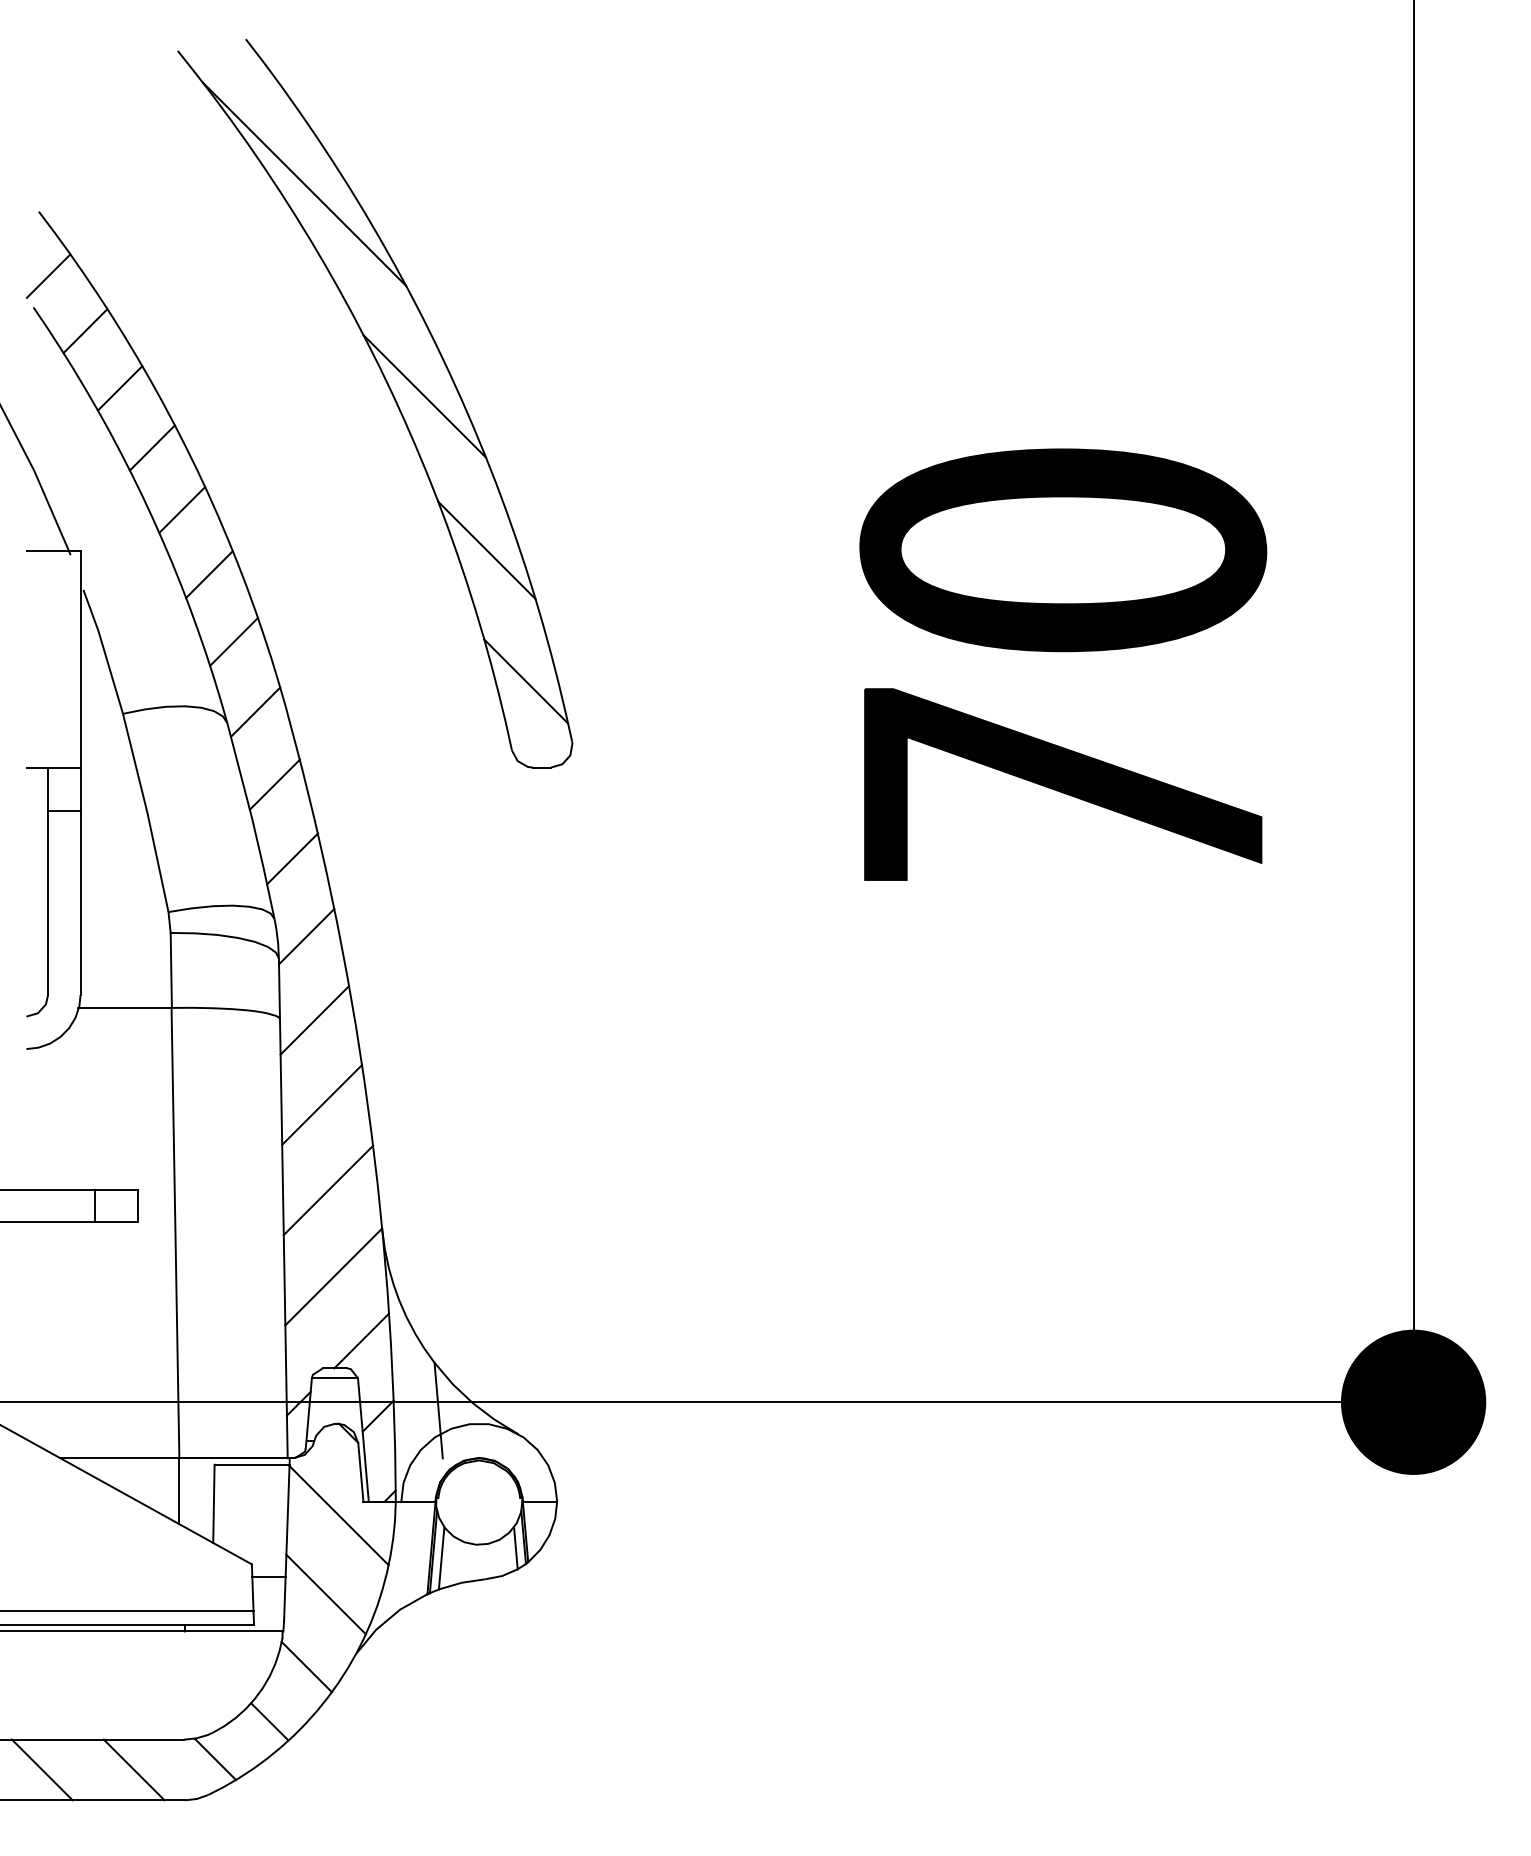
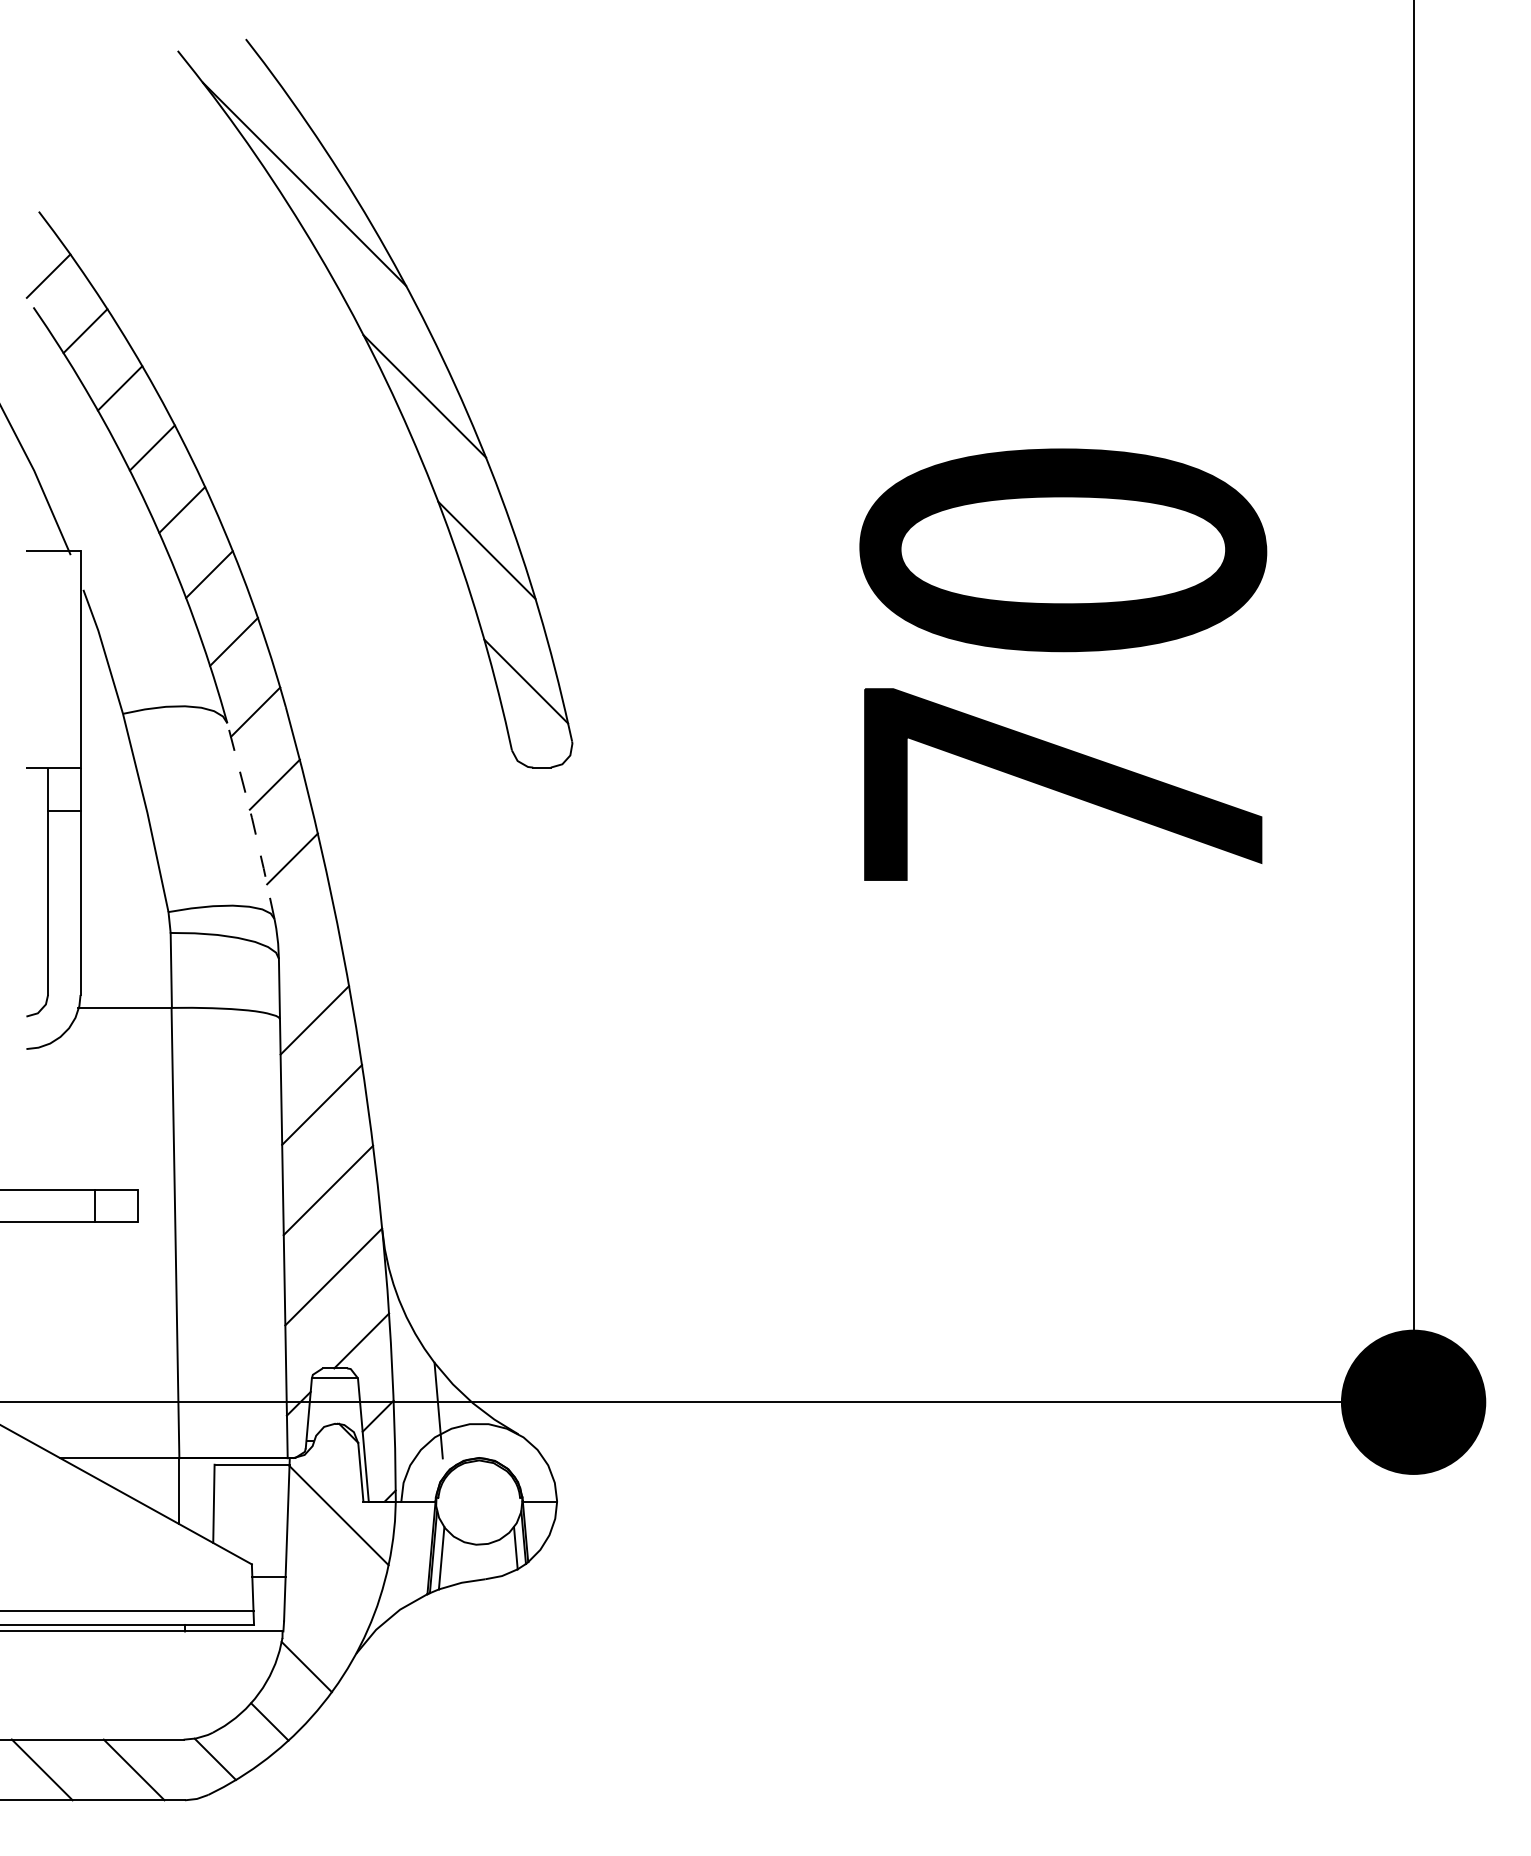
line at (252, 820): solid -> dashed
line at (306, 936): present -> none
line at (325, 1594): present -> none
